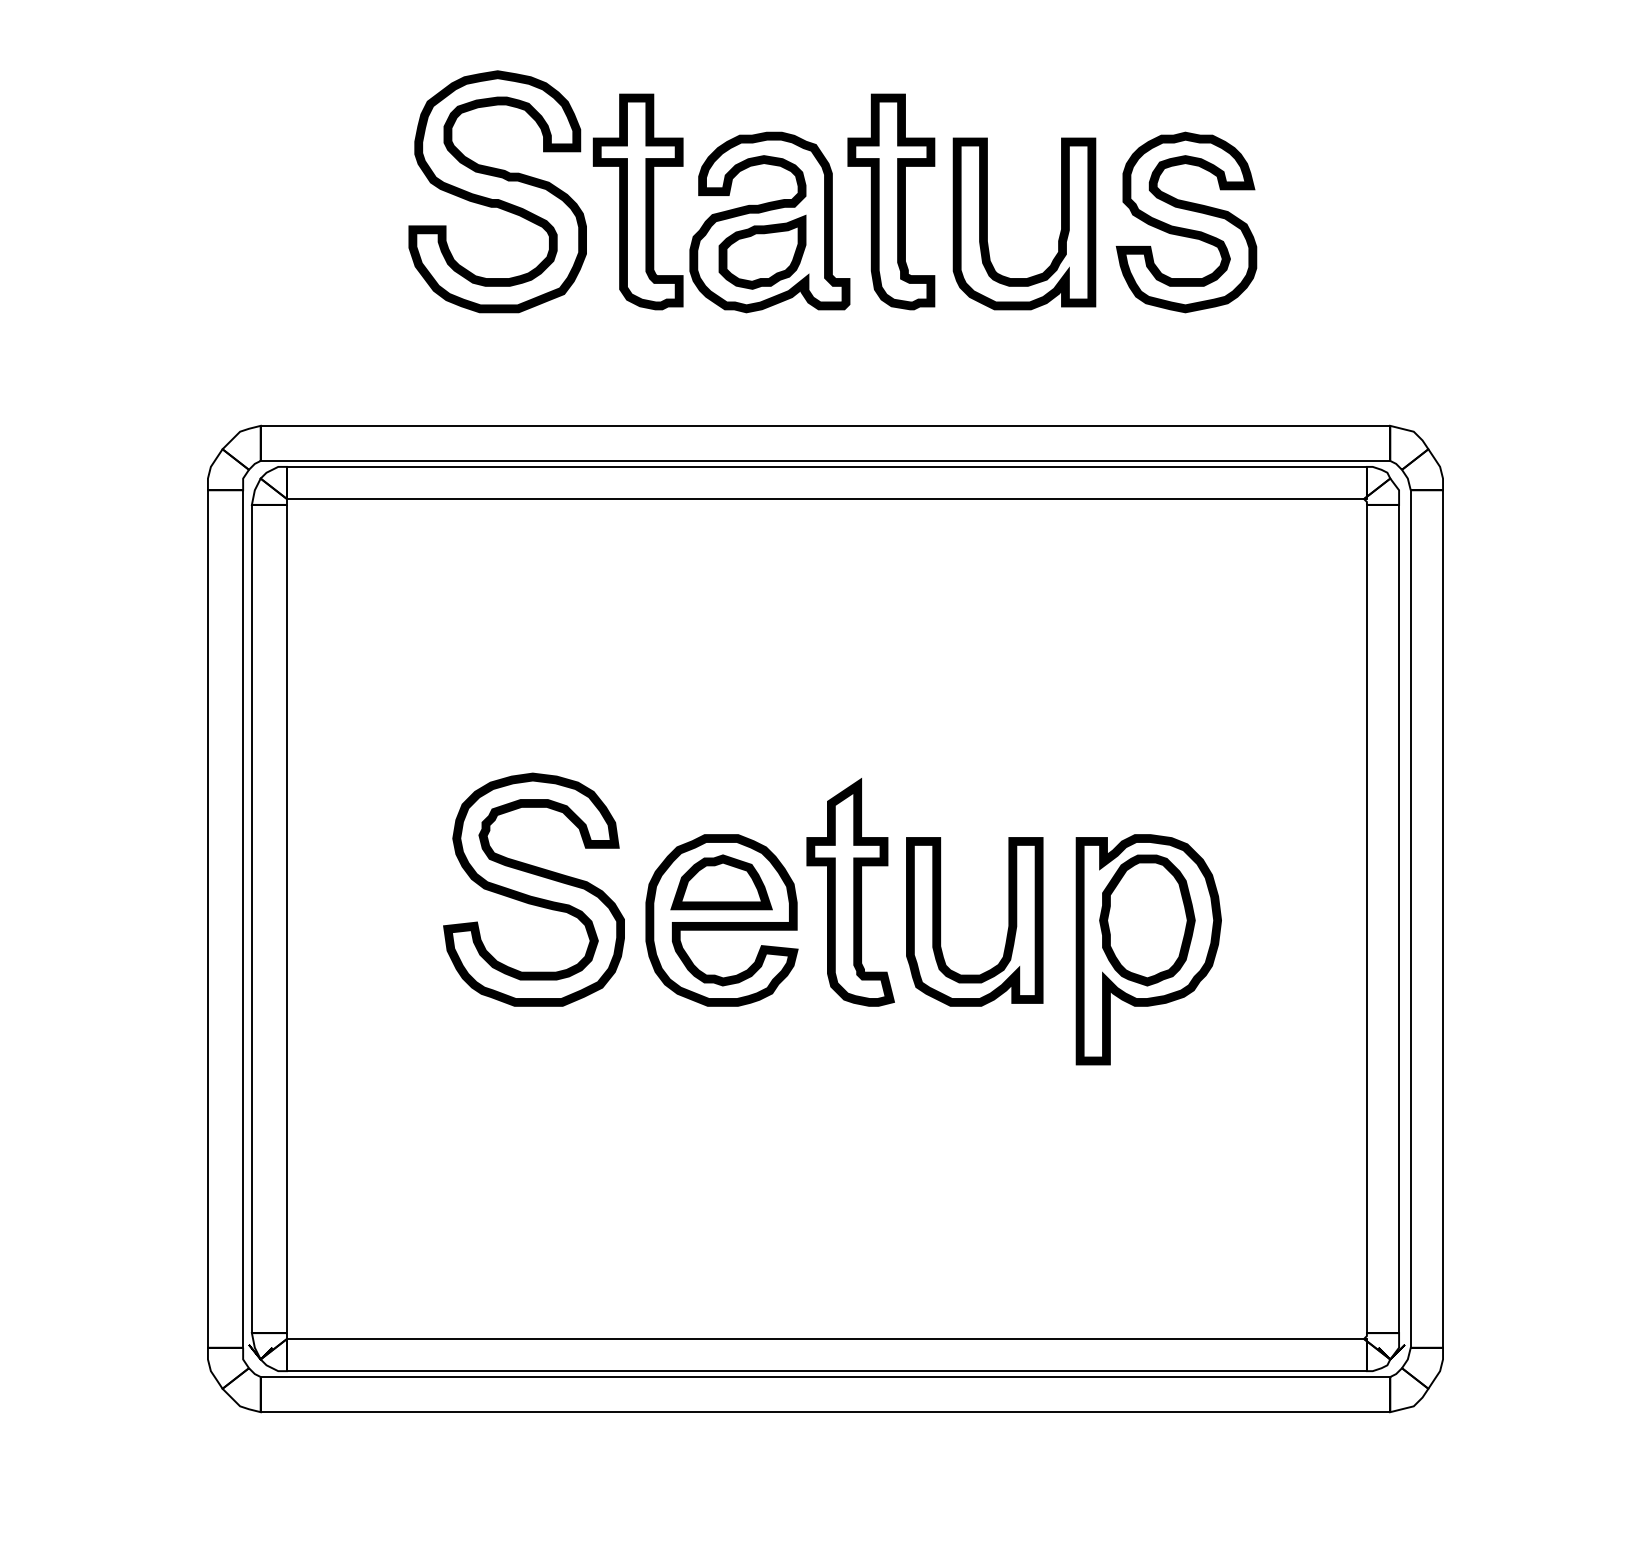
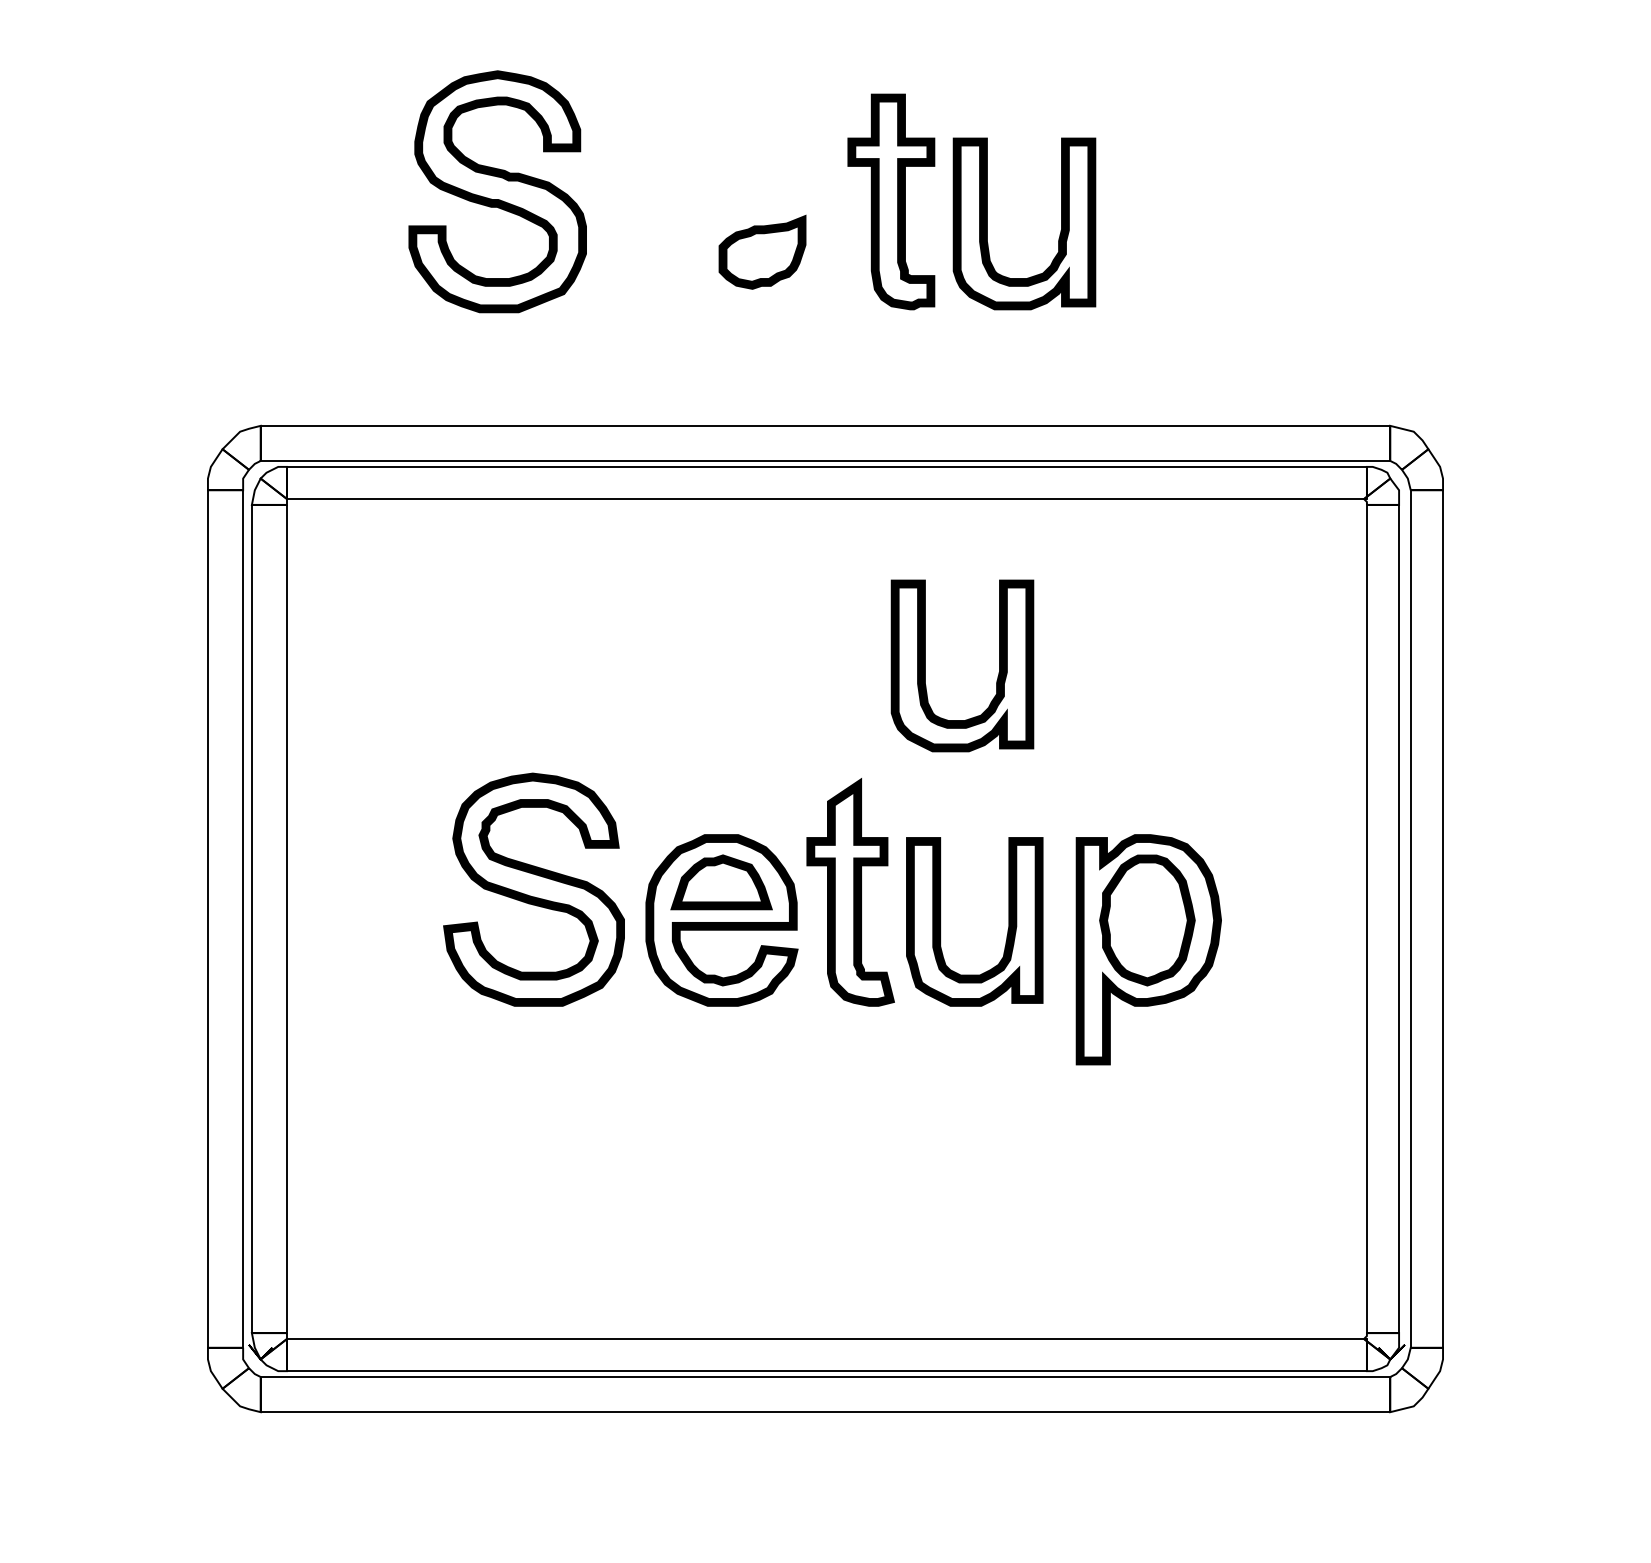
part at (721, 195): present -> none
part at (1186, 222): present -> none
part at (998, 672): none -> present
